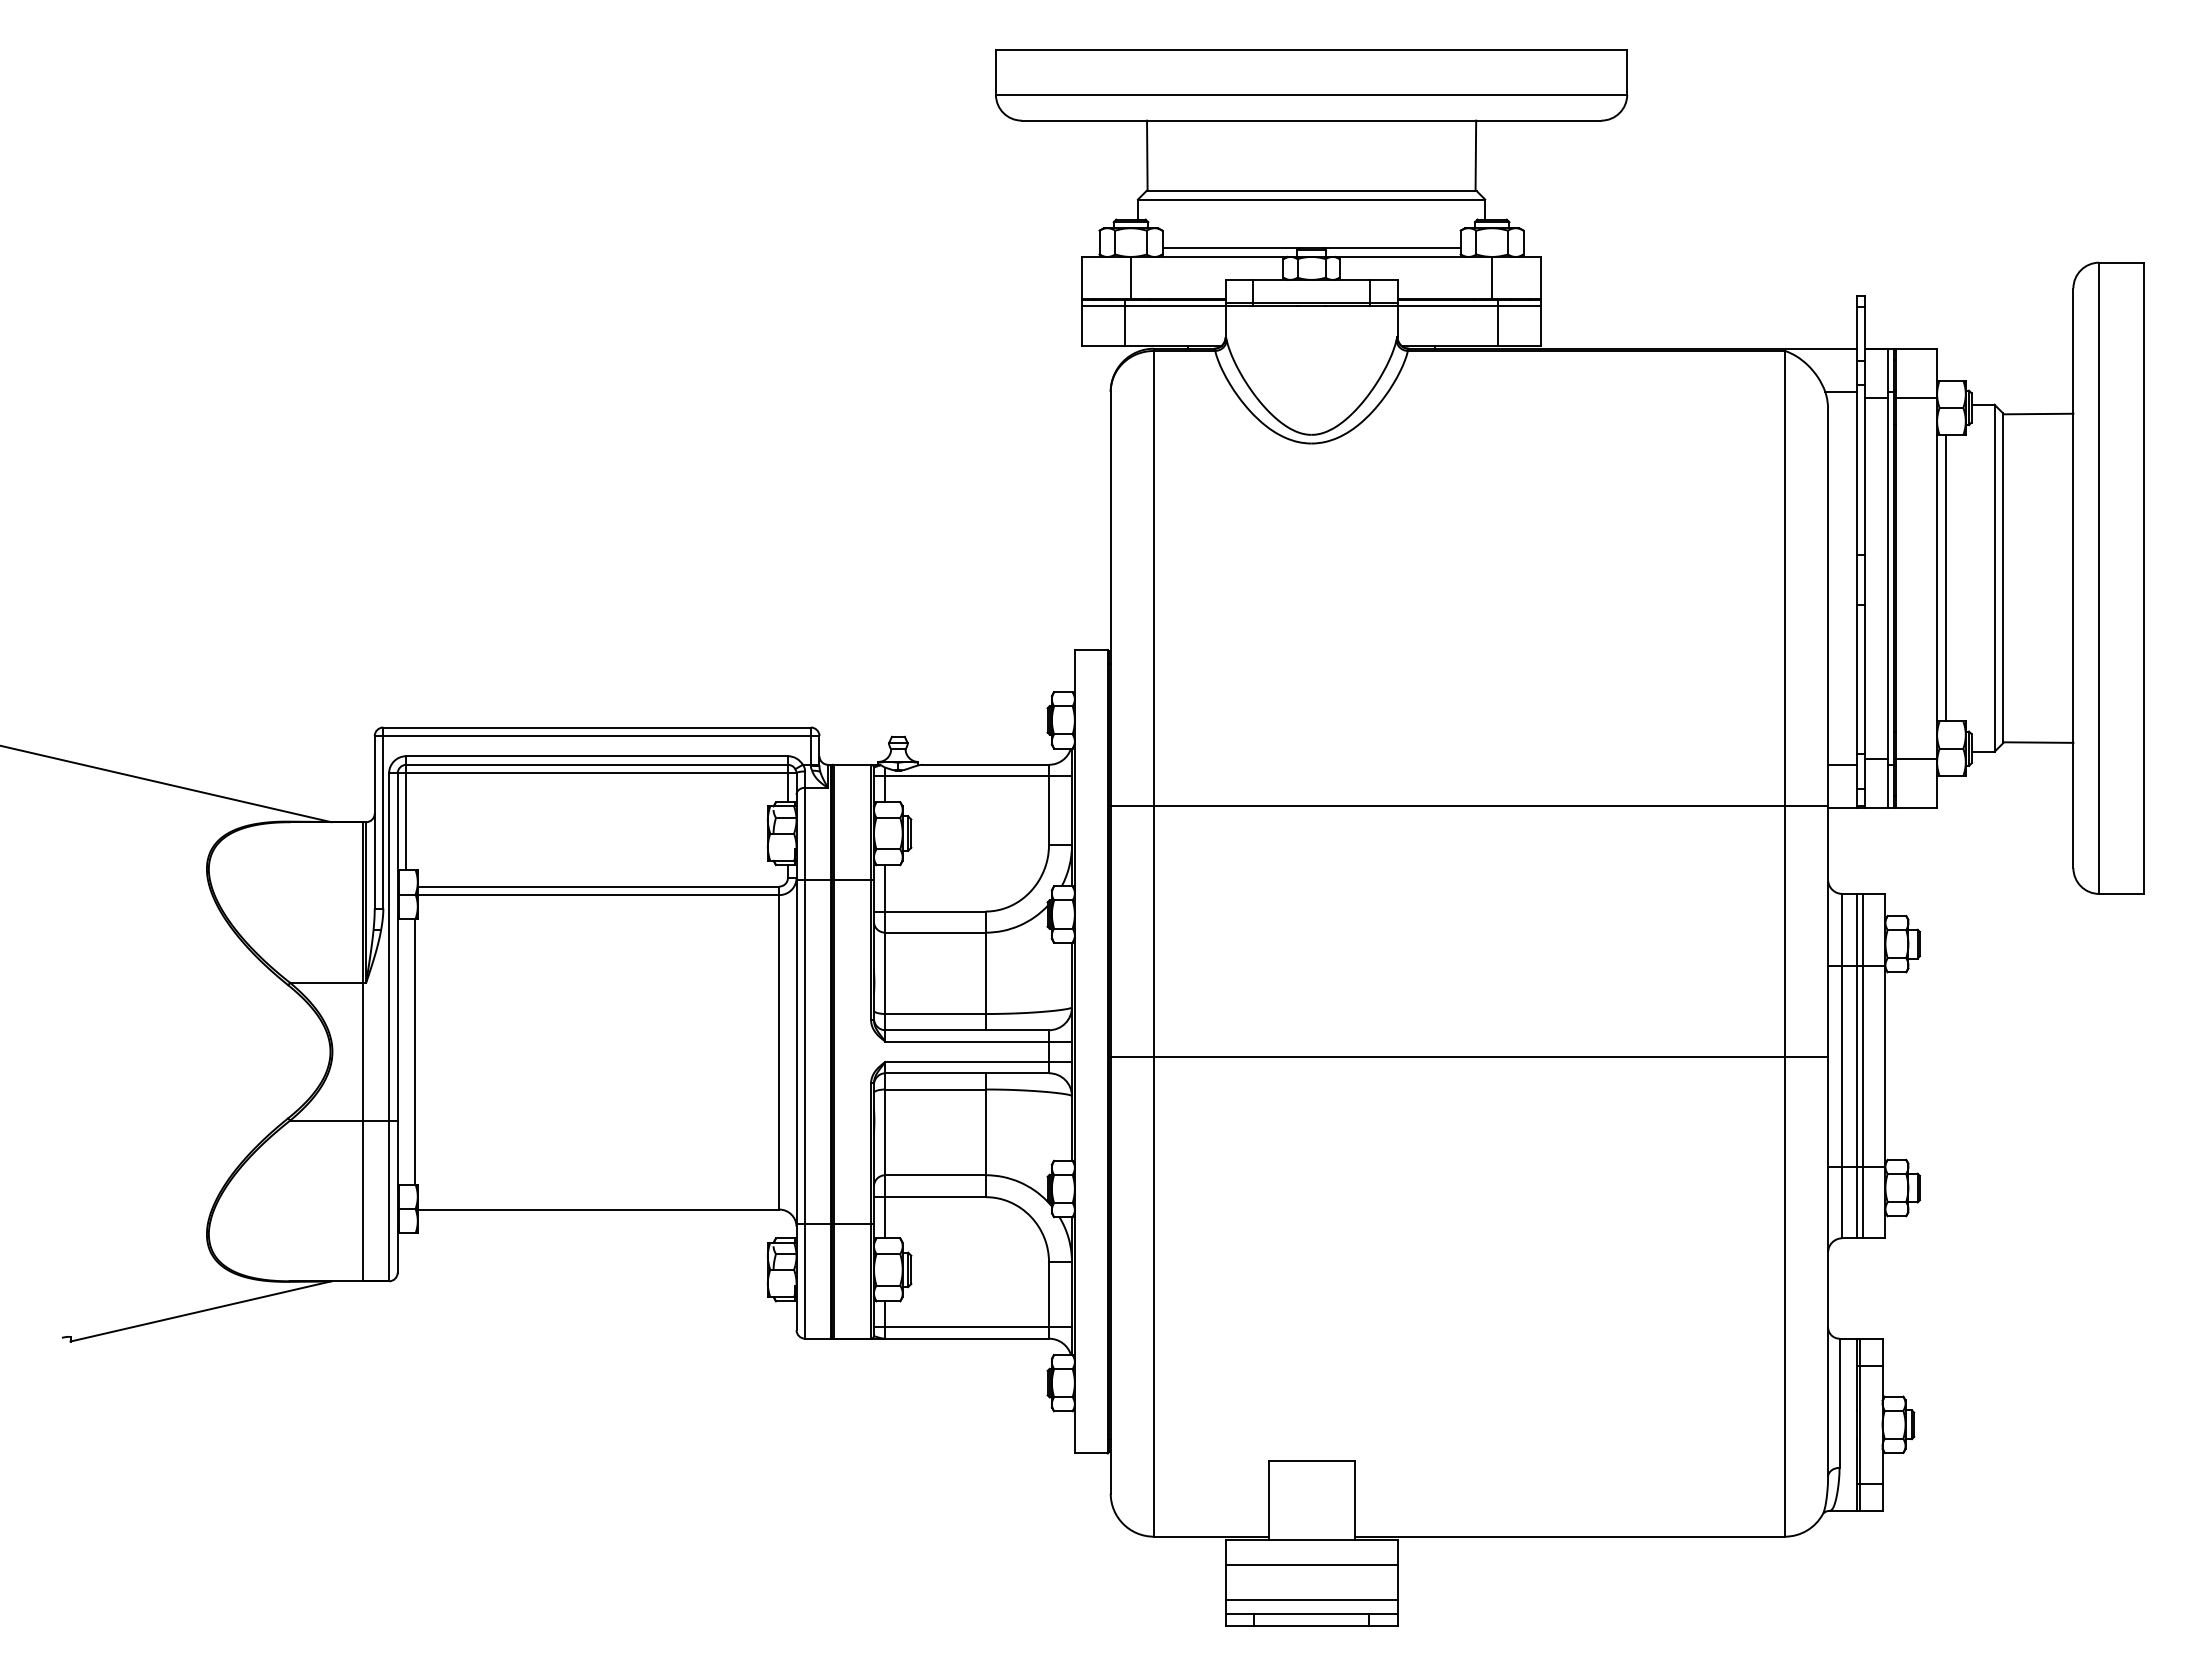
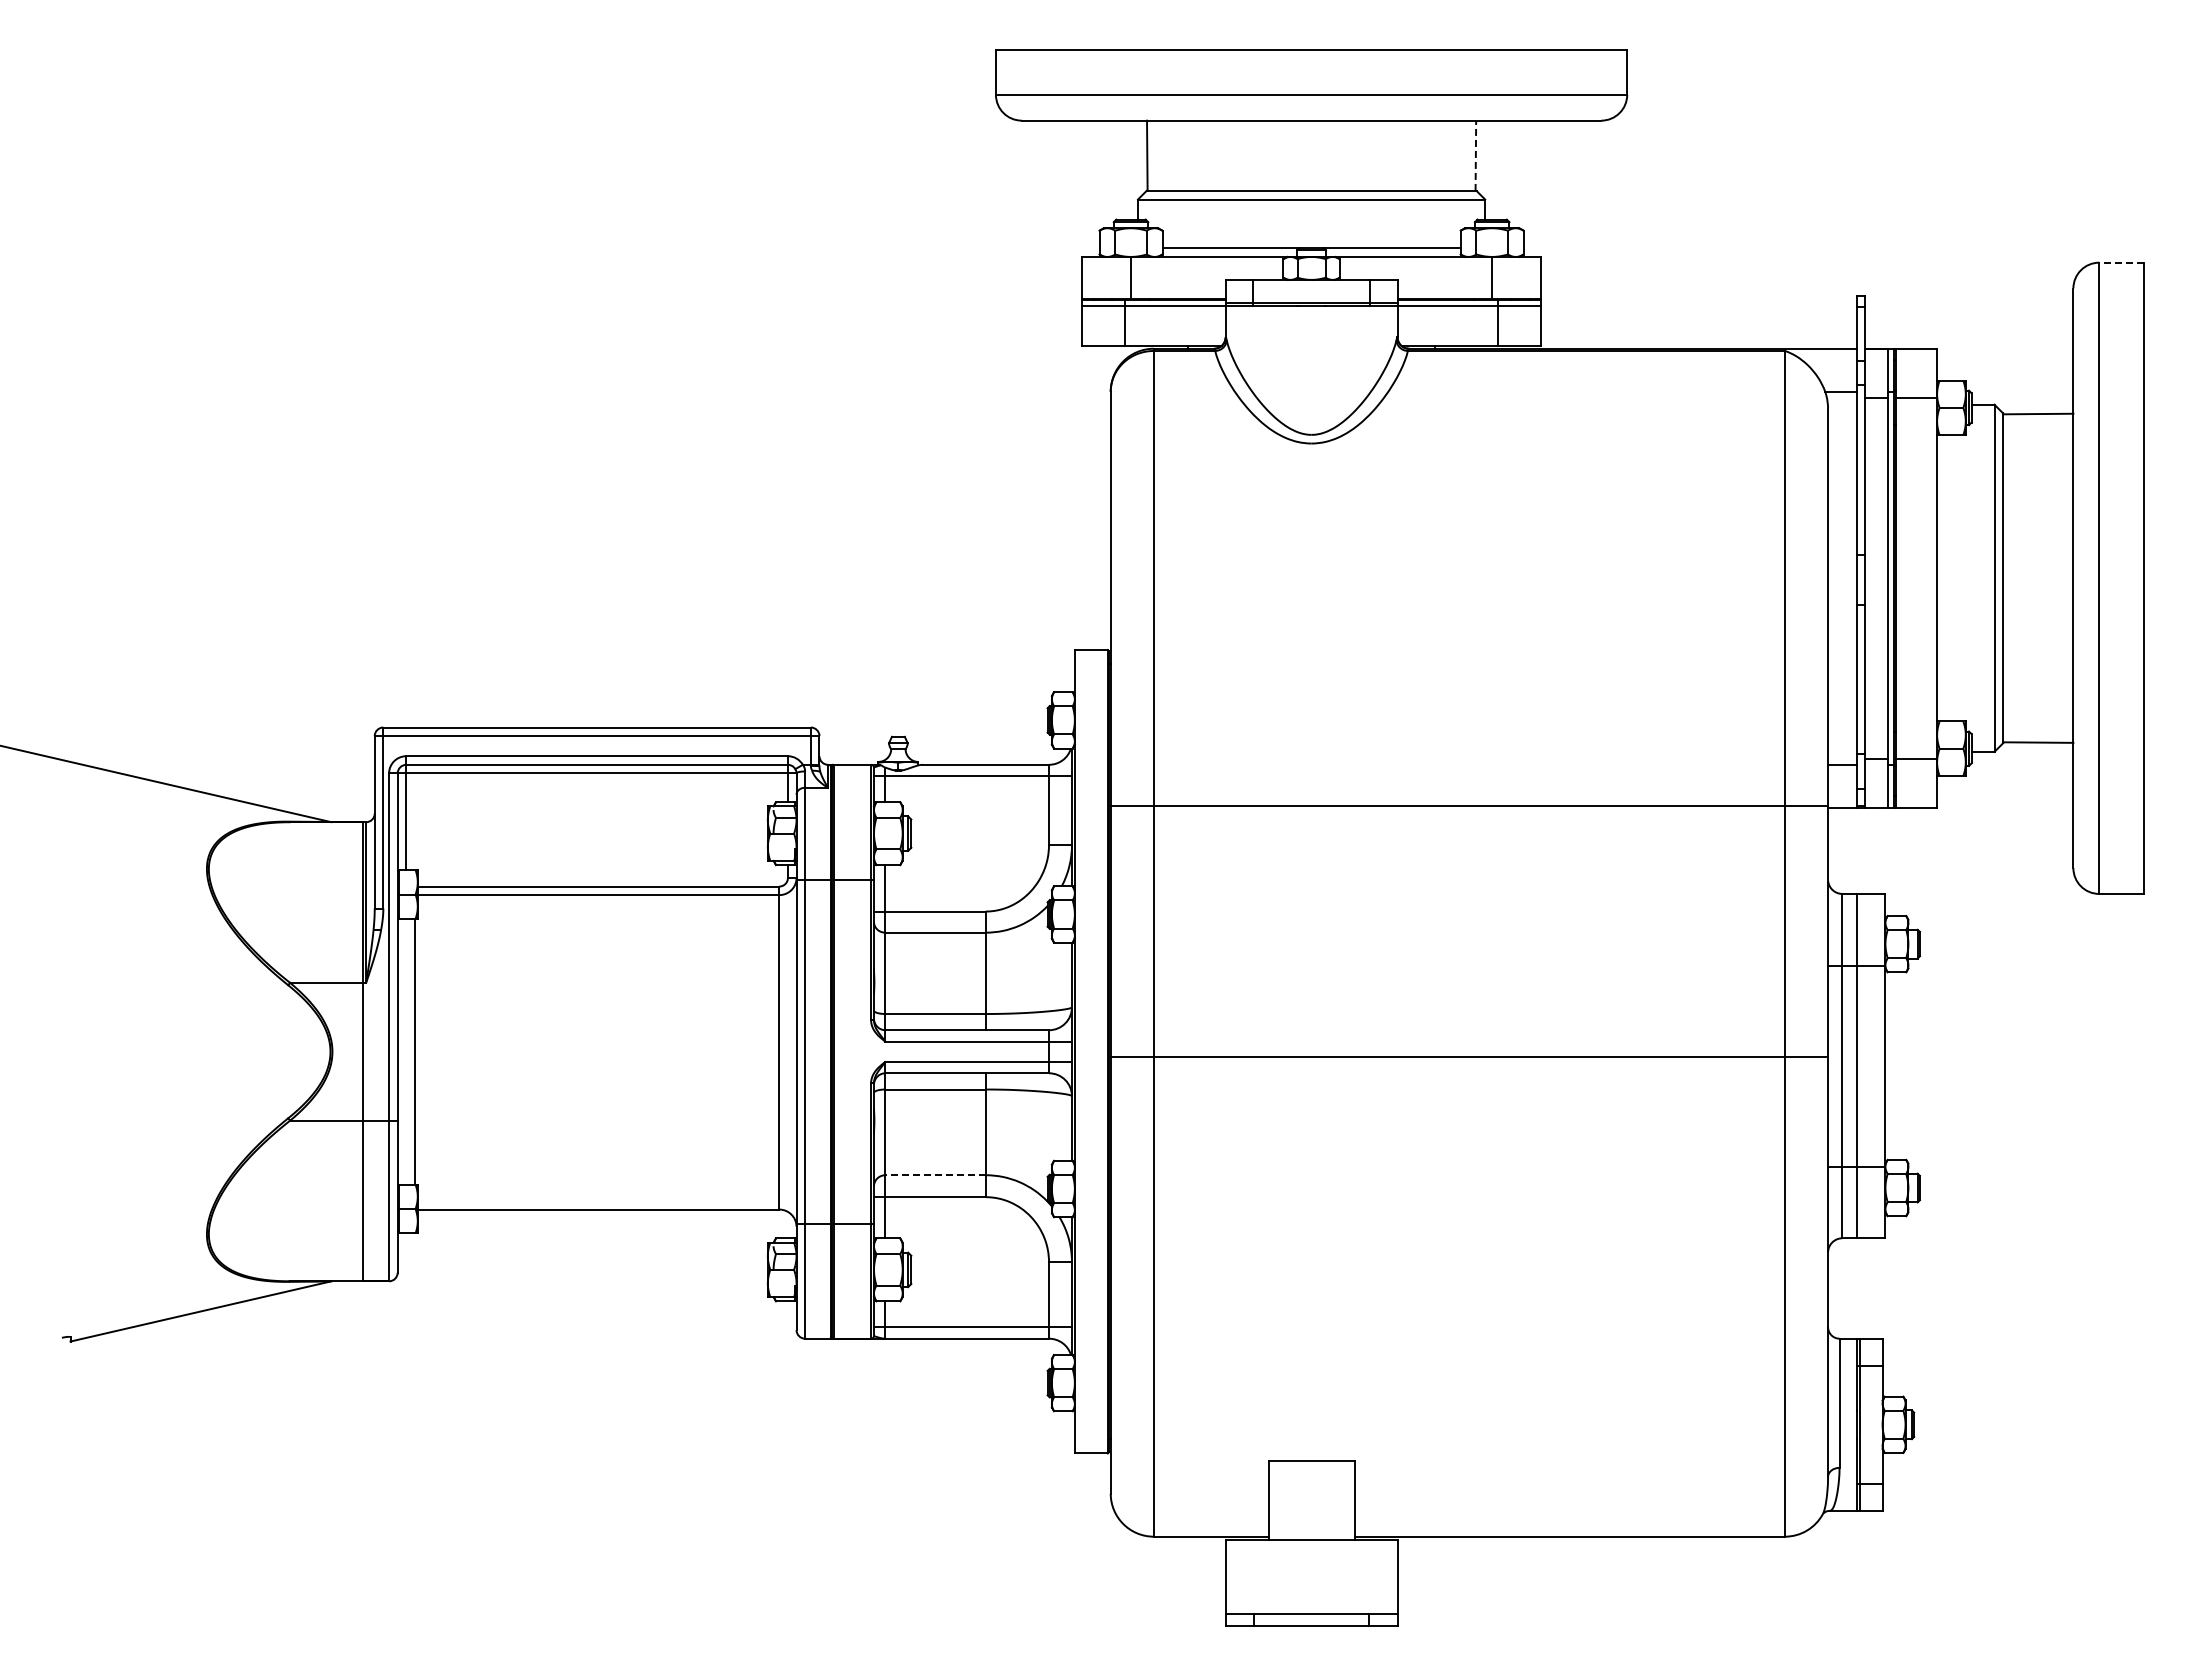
line at (1475, 155): solid -> dashed
line at (2120, 262): solid -> dashed
line at (1945, 578): present -> none
line at (1862, 1065): present -> none
line at (935, 1175): solid -> dashed
line at (1311, 1565): present -> none
line at (1311, 1599): present -> none
